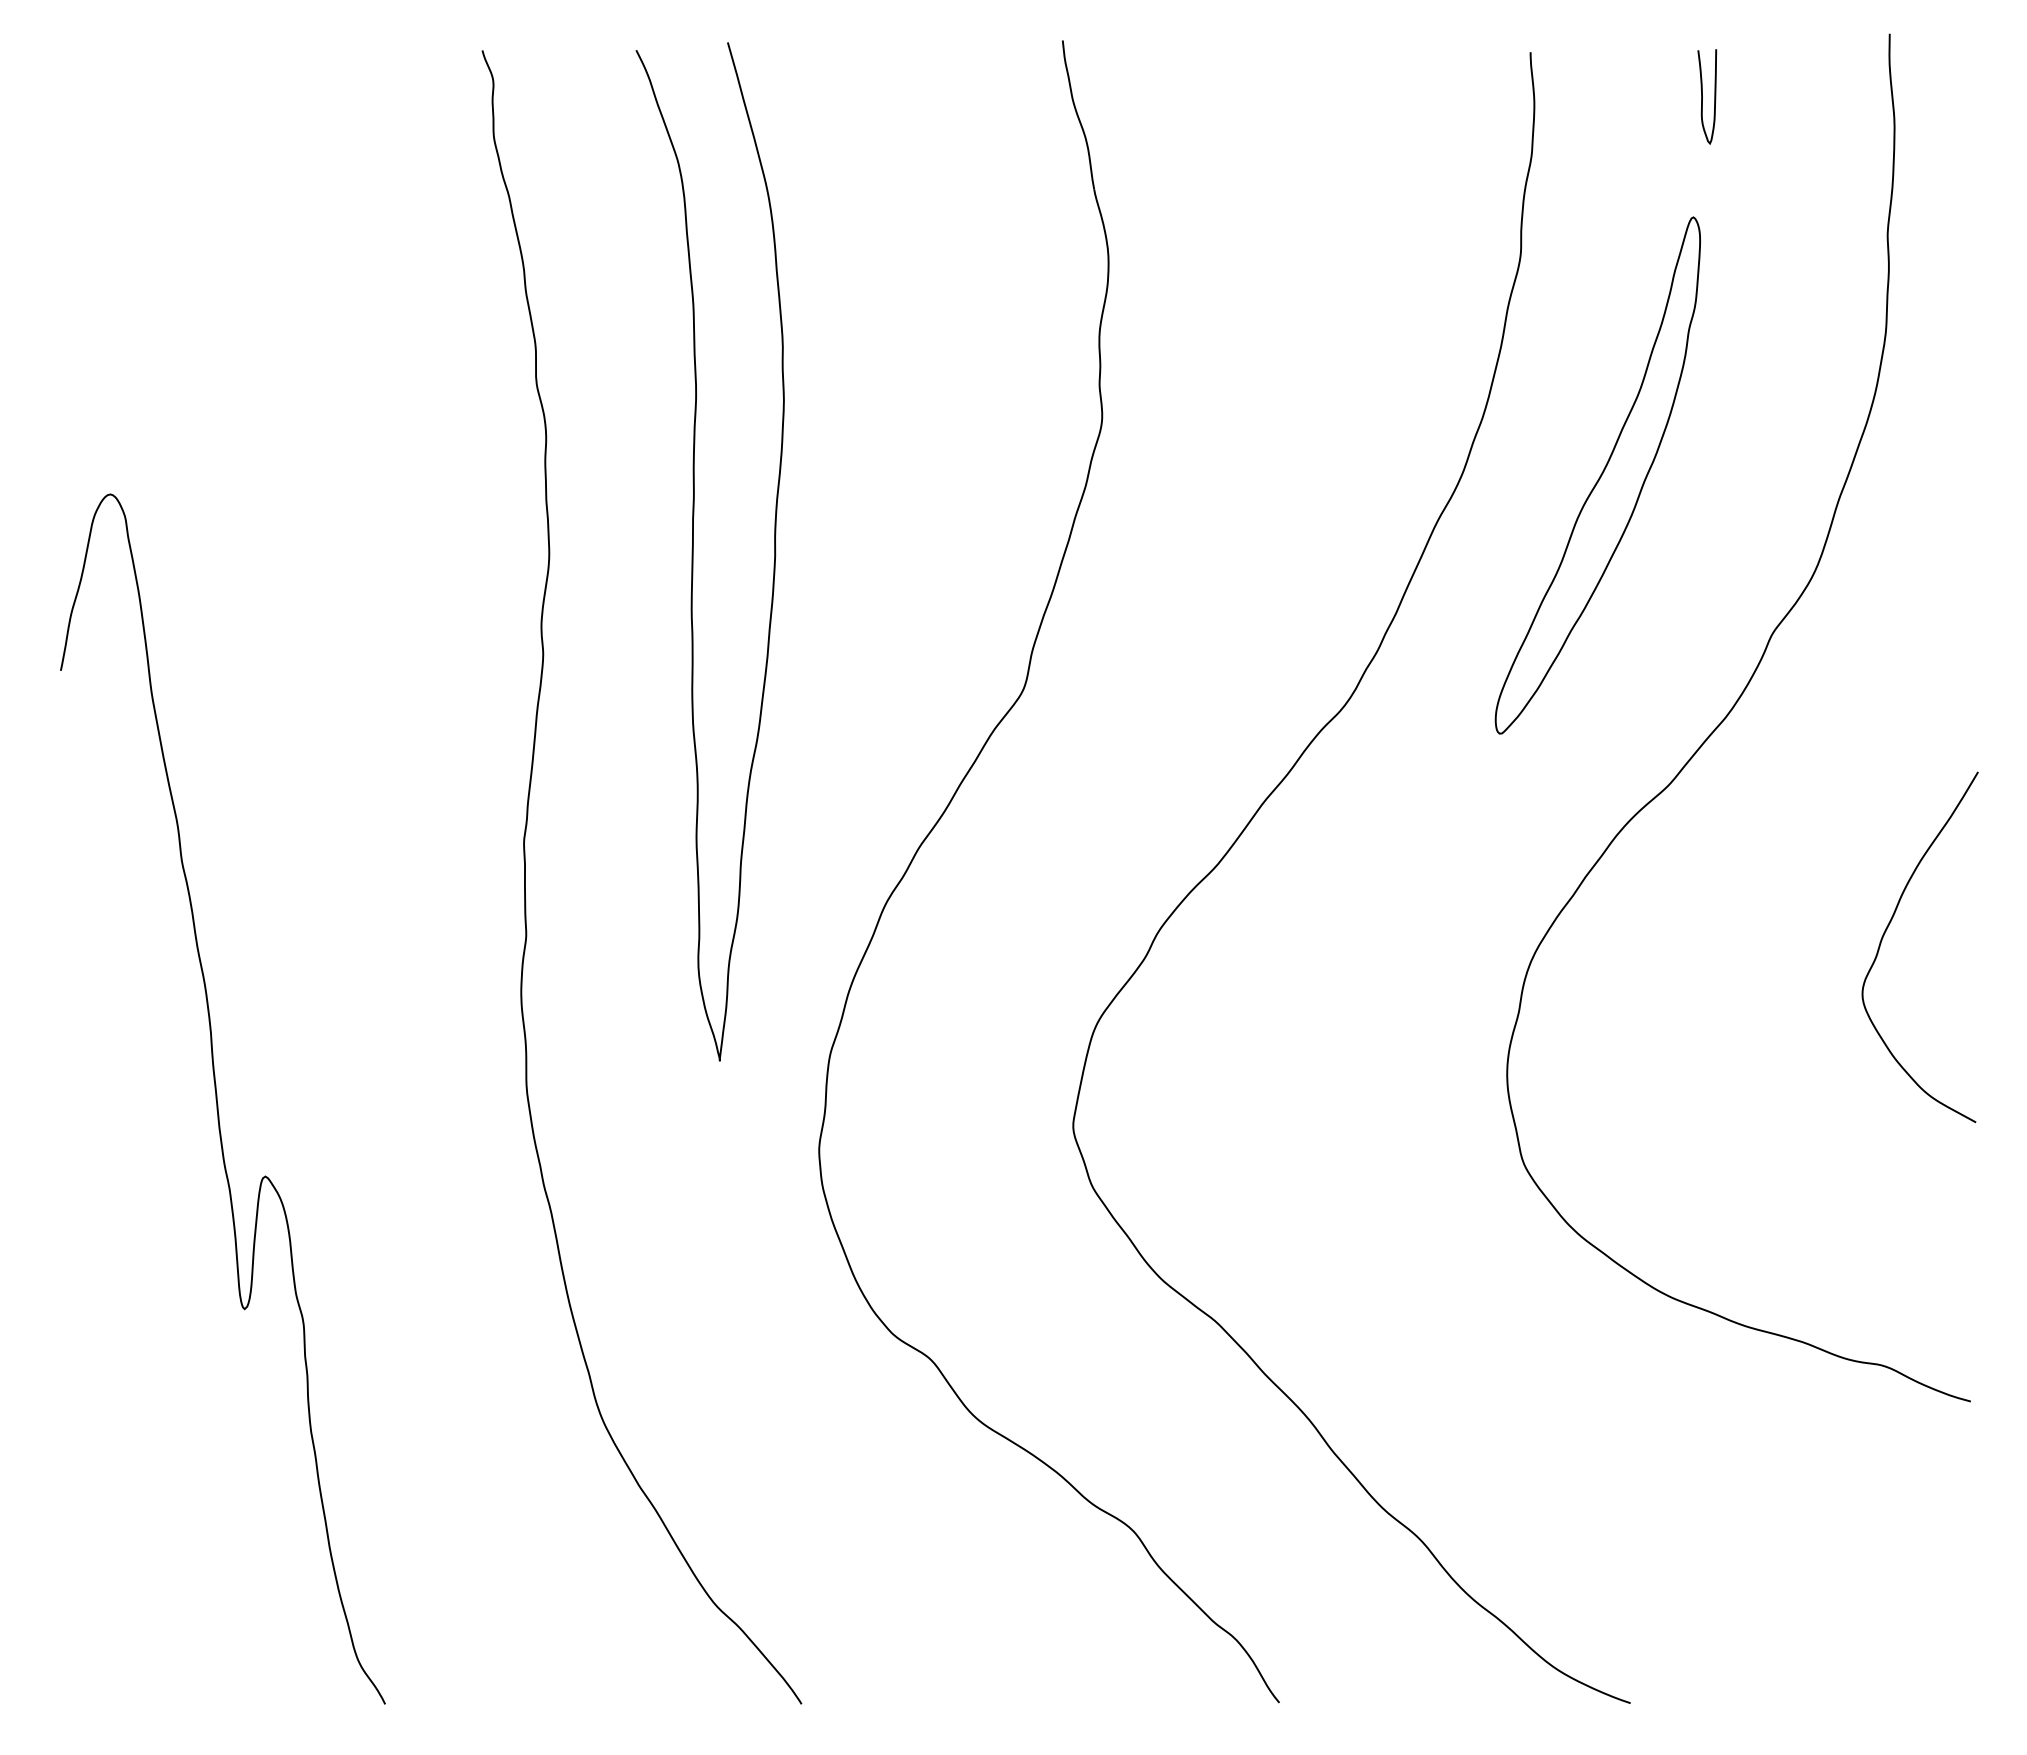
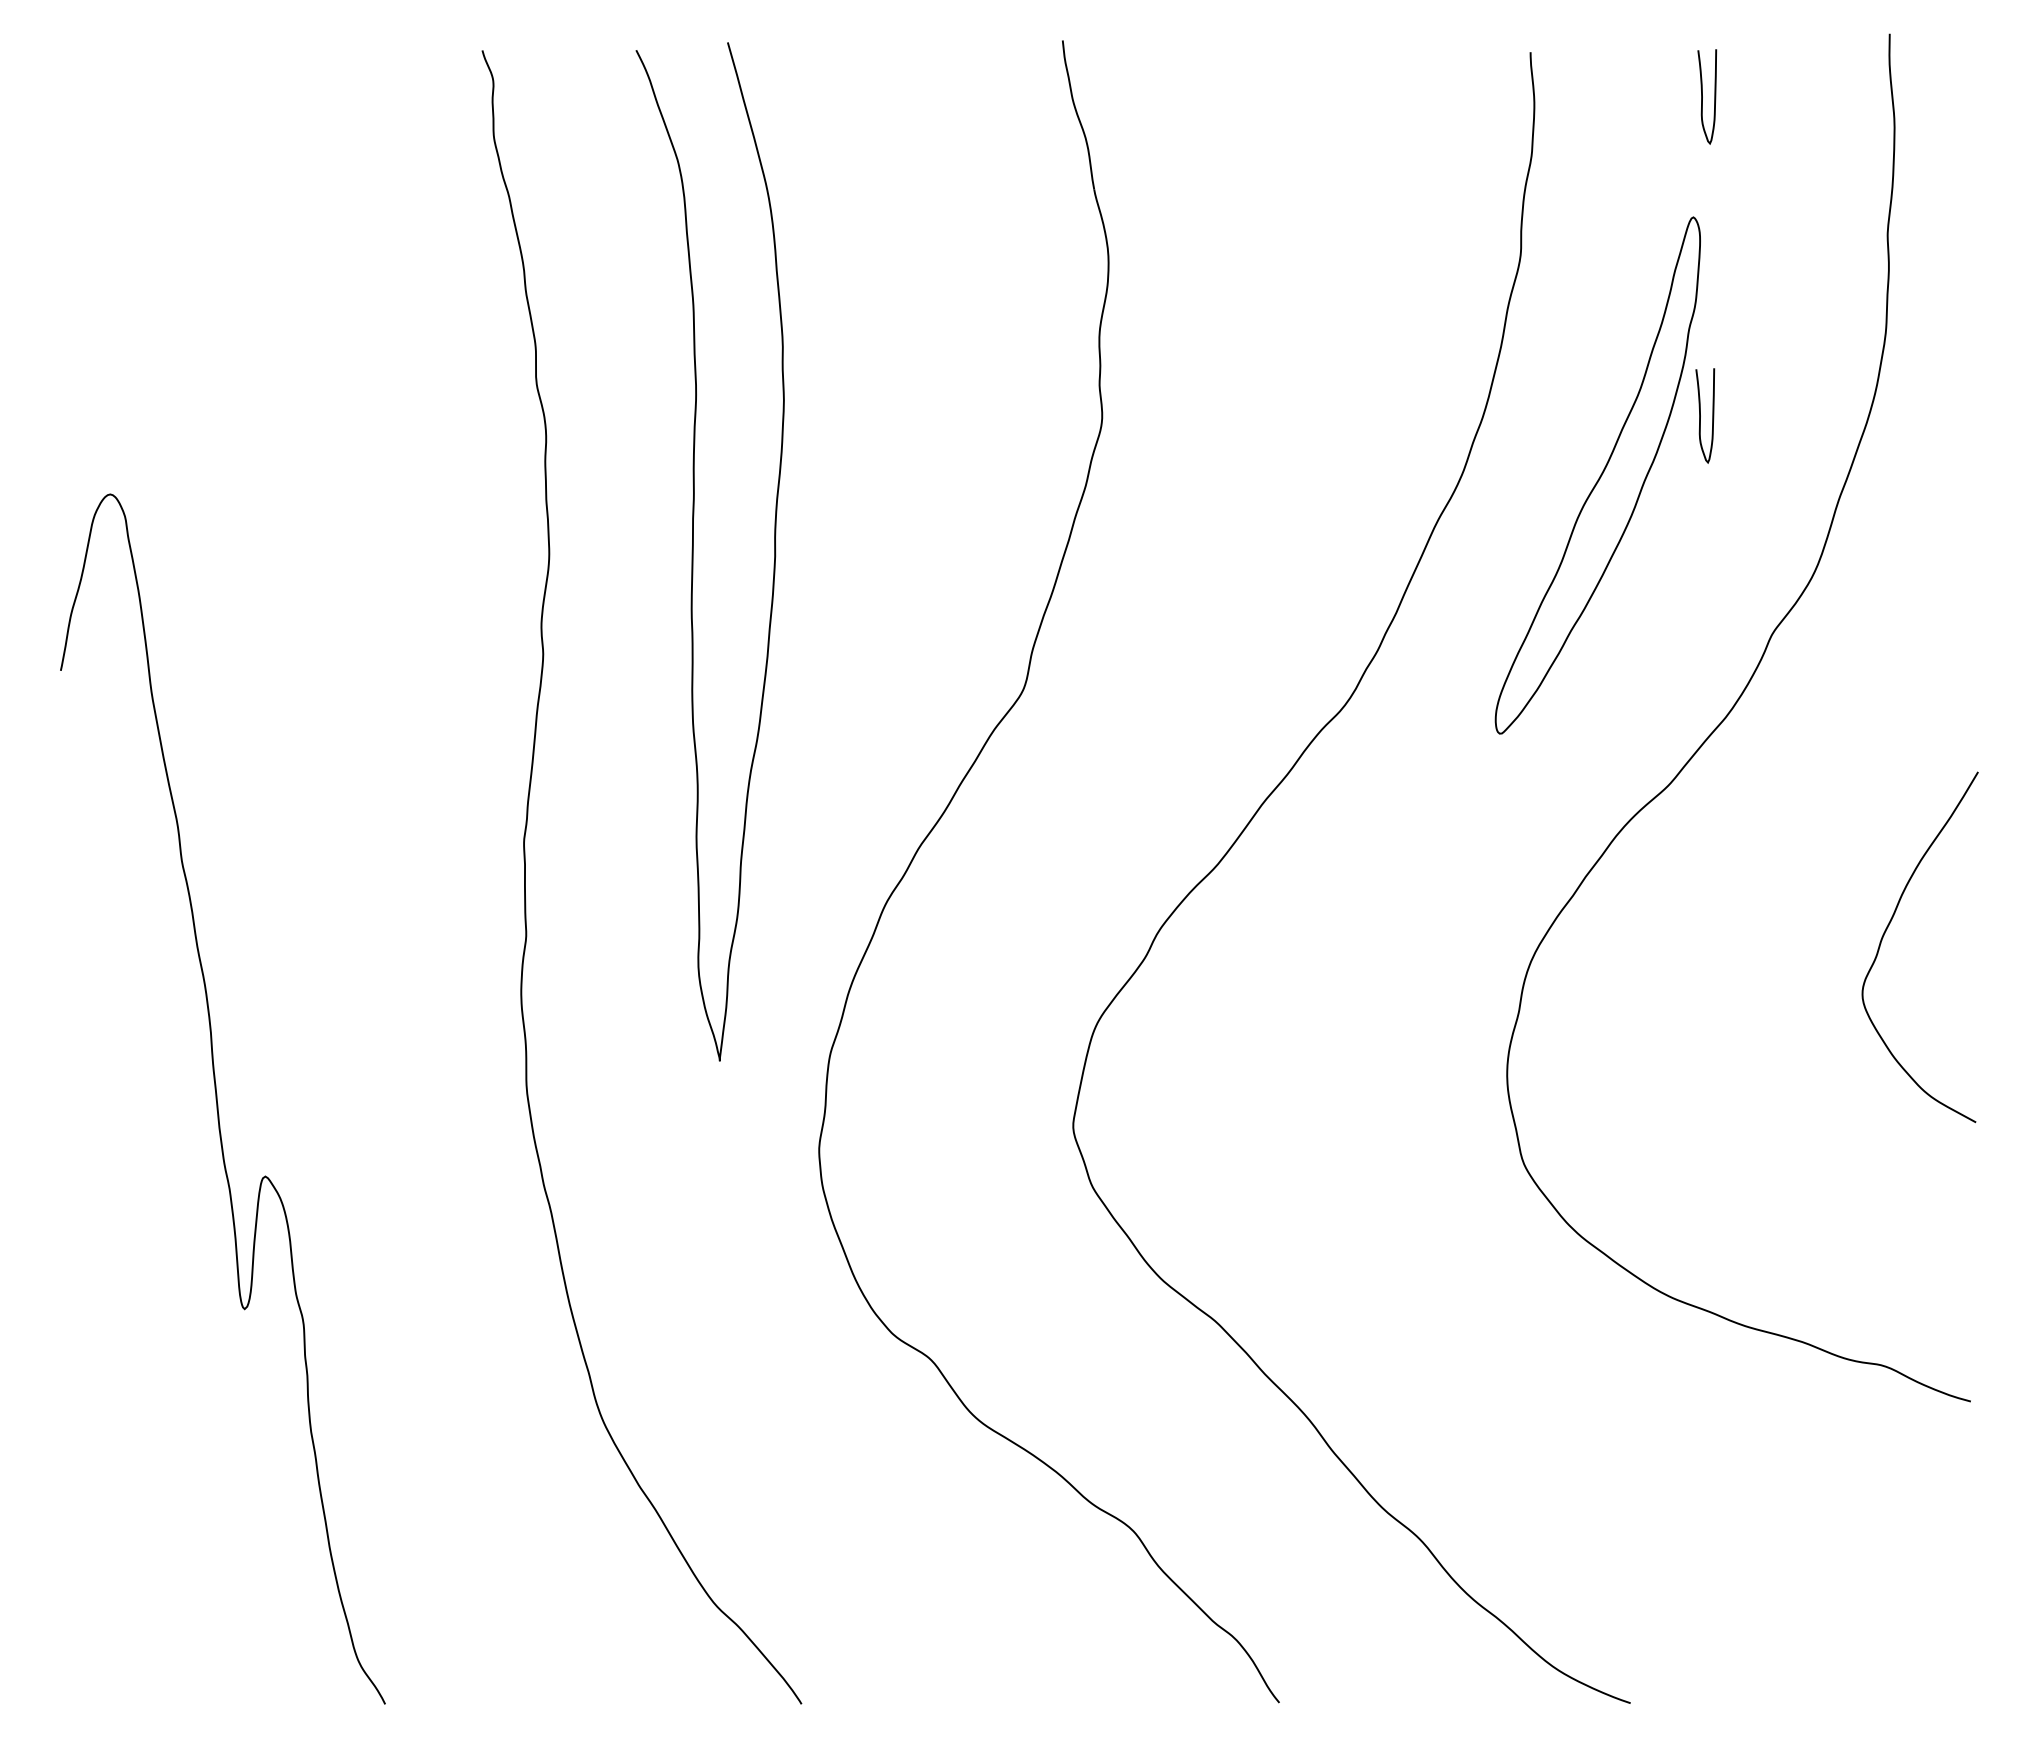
curve at (1700, 415): none -> present
